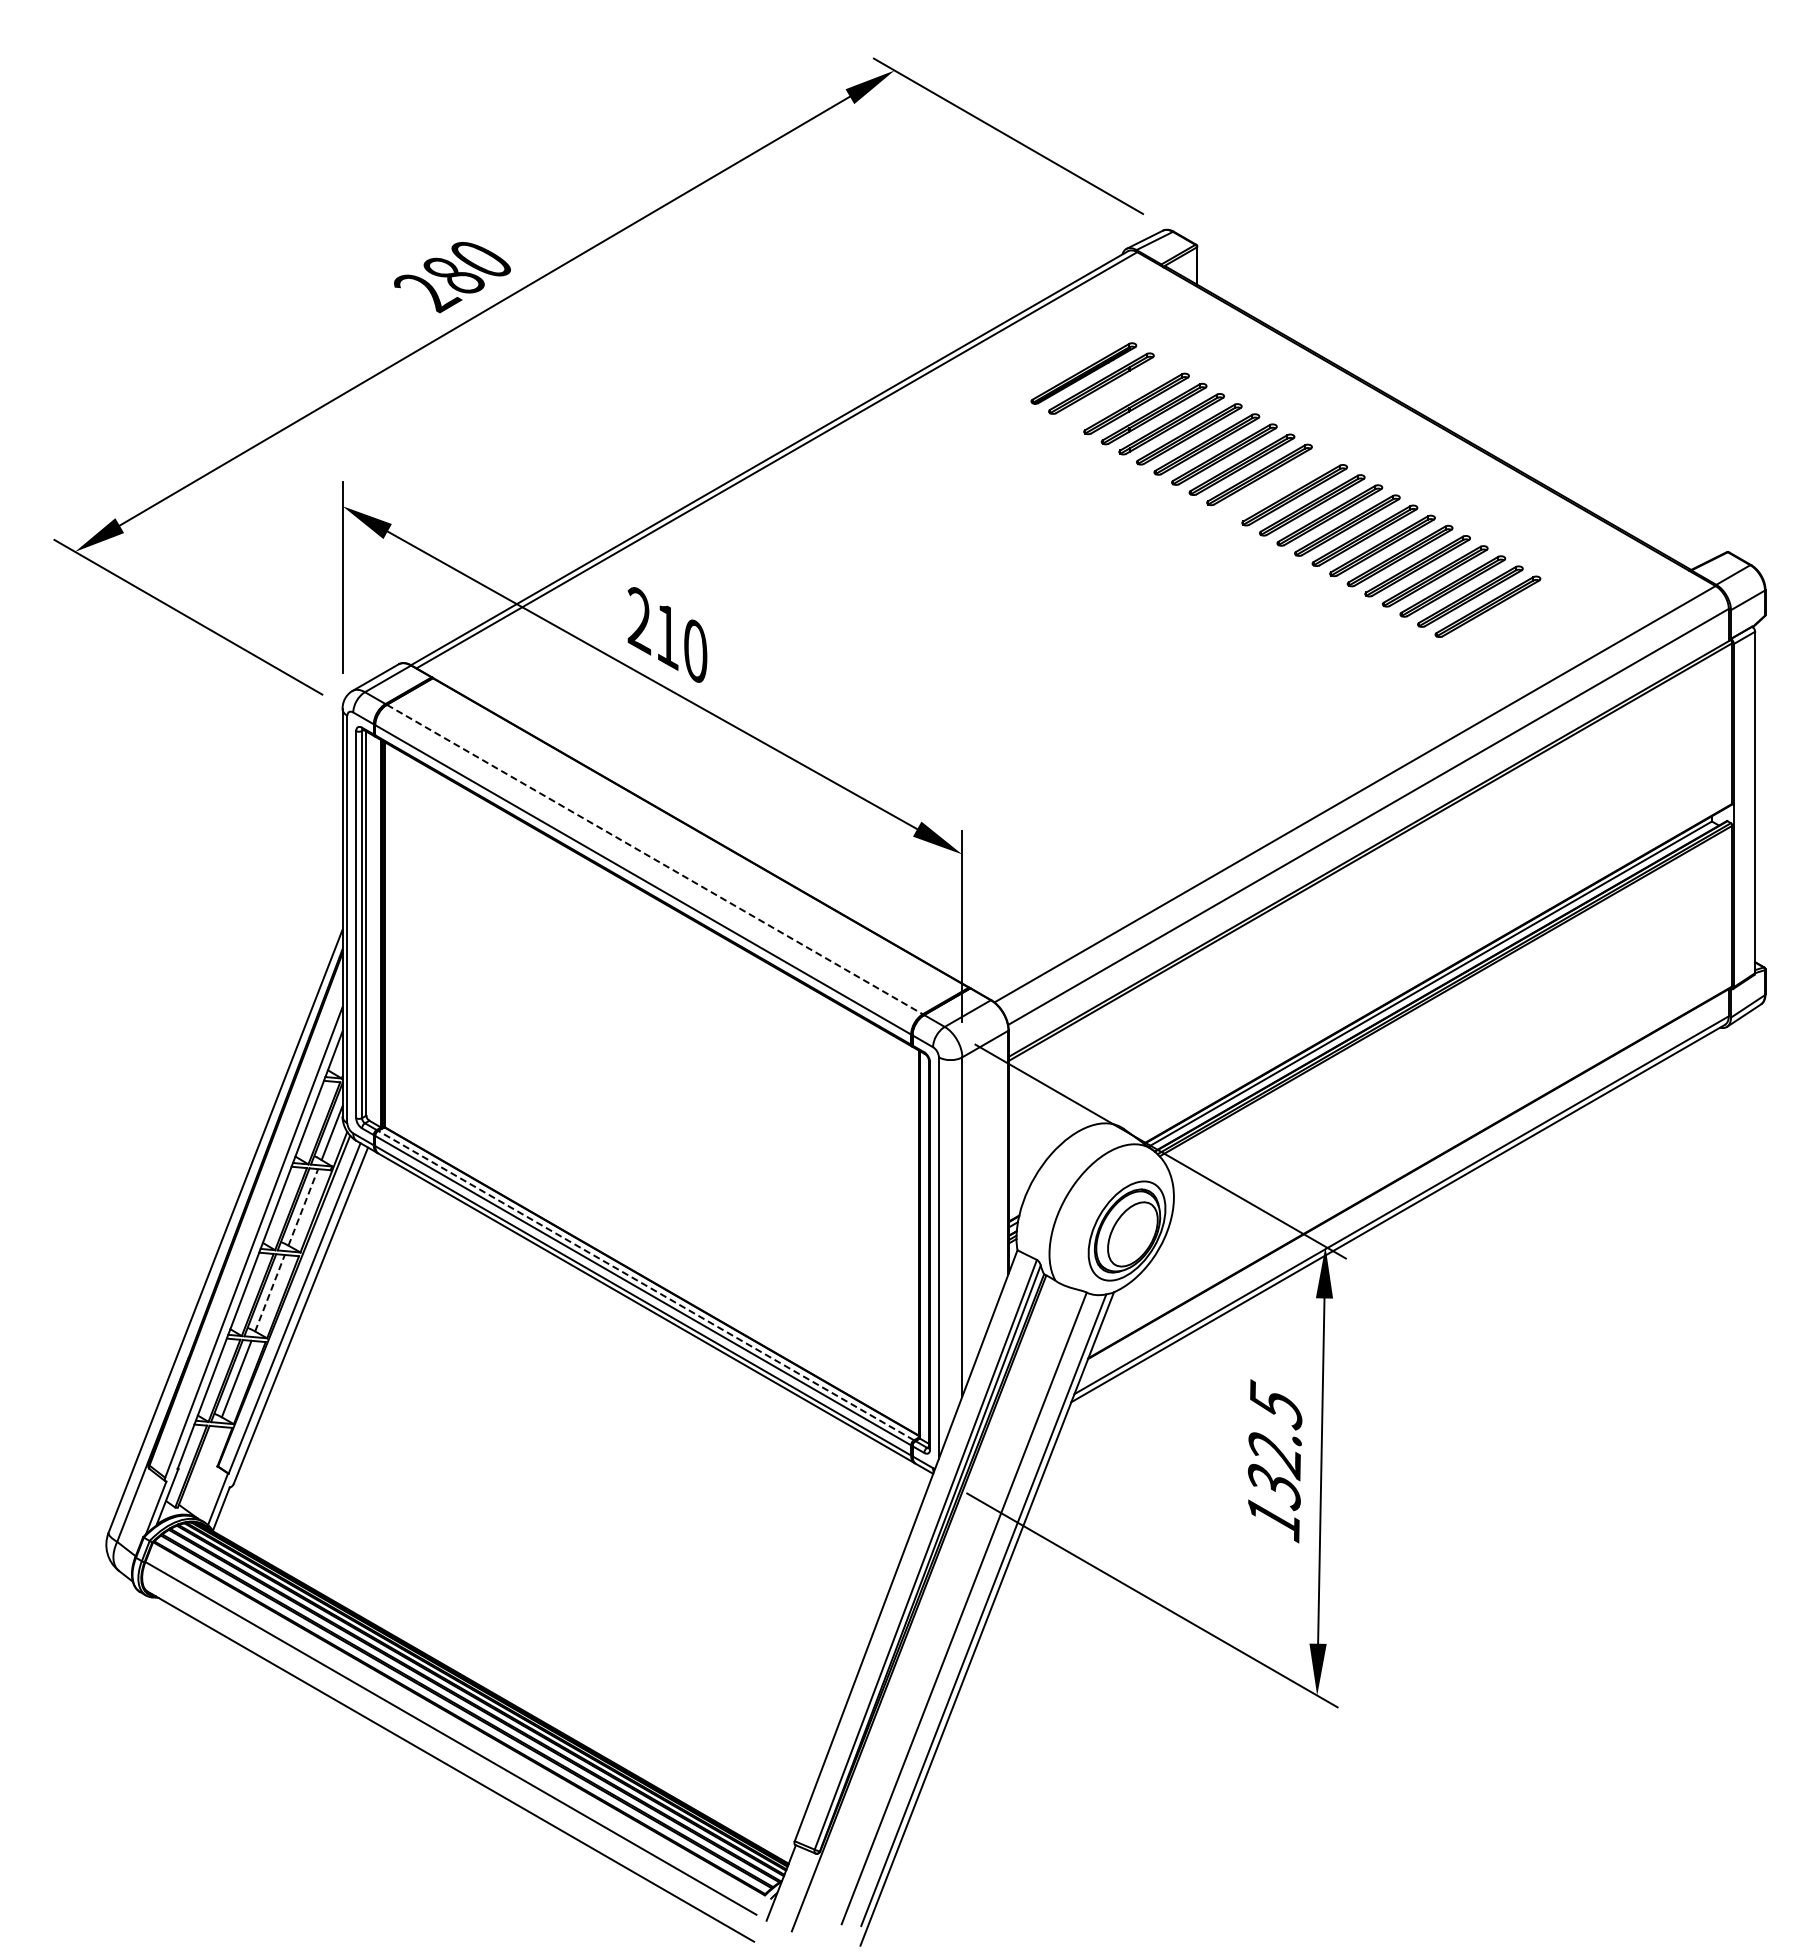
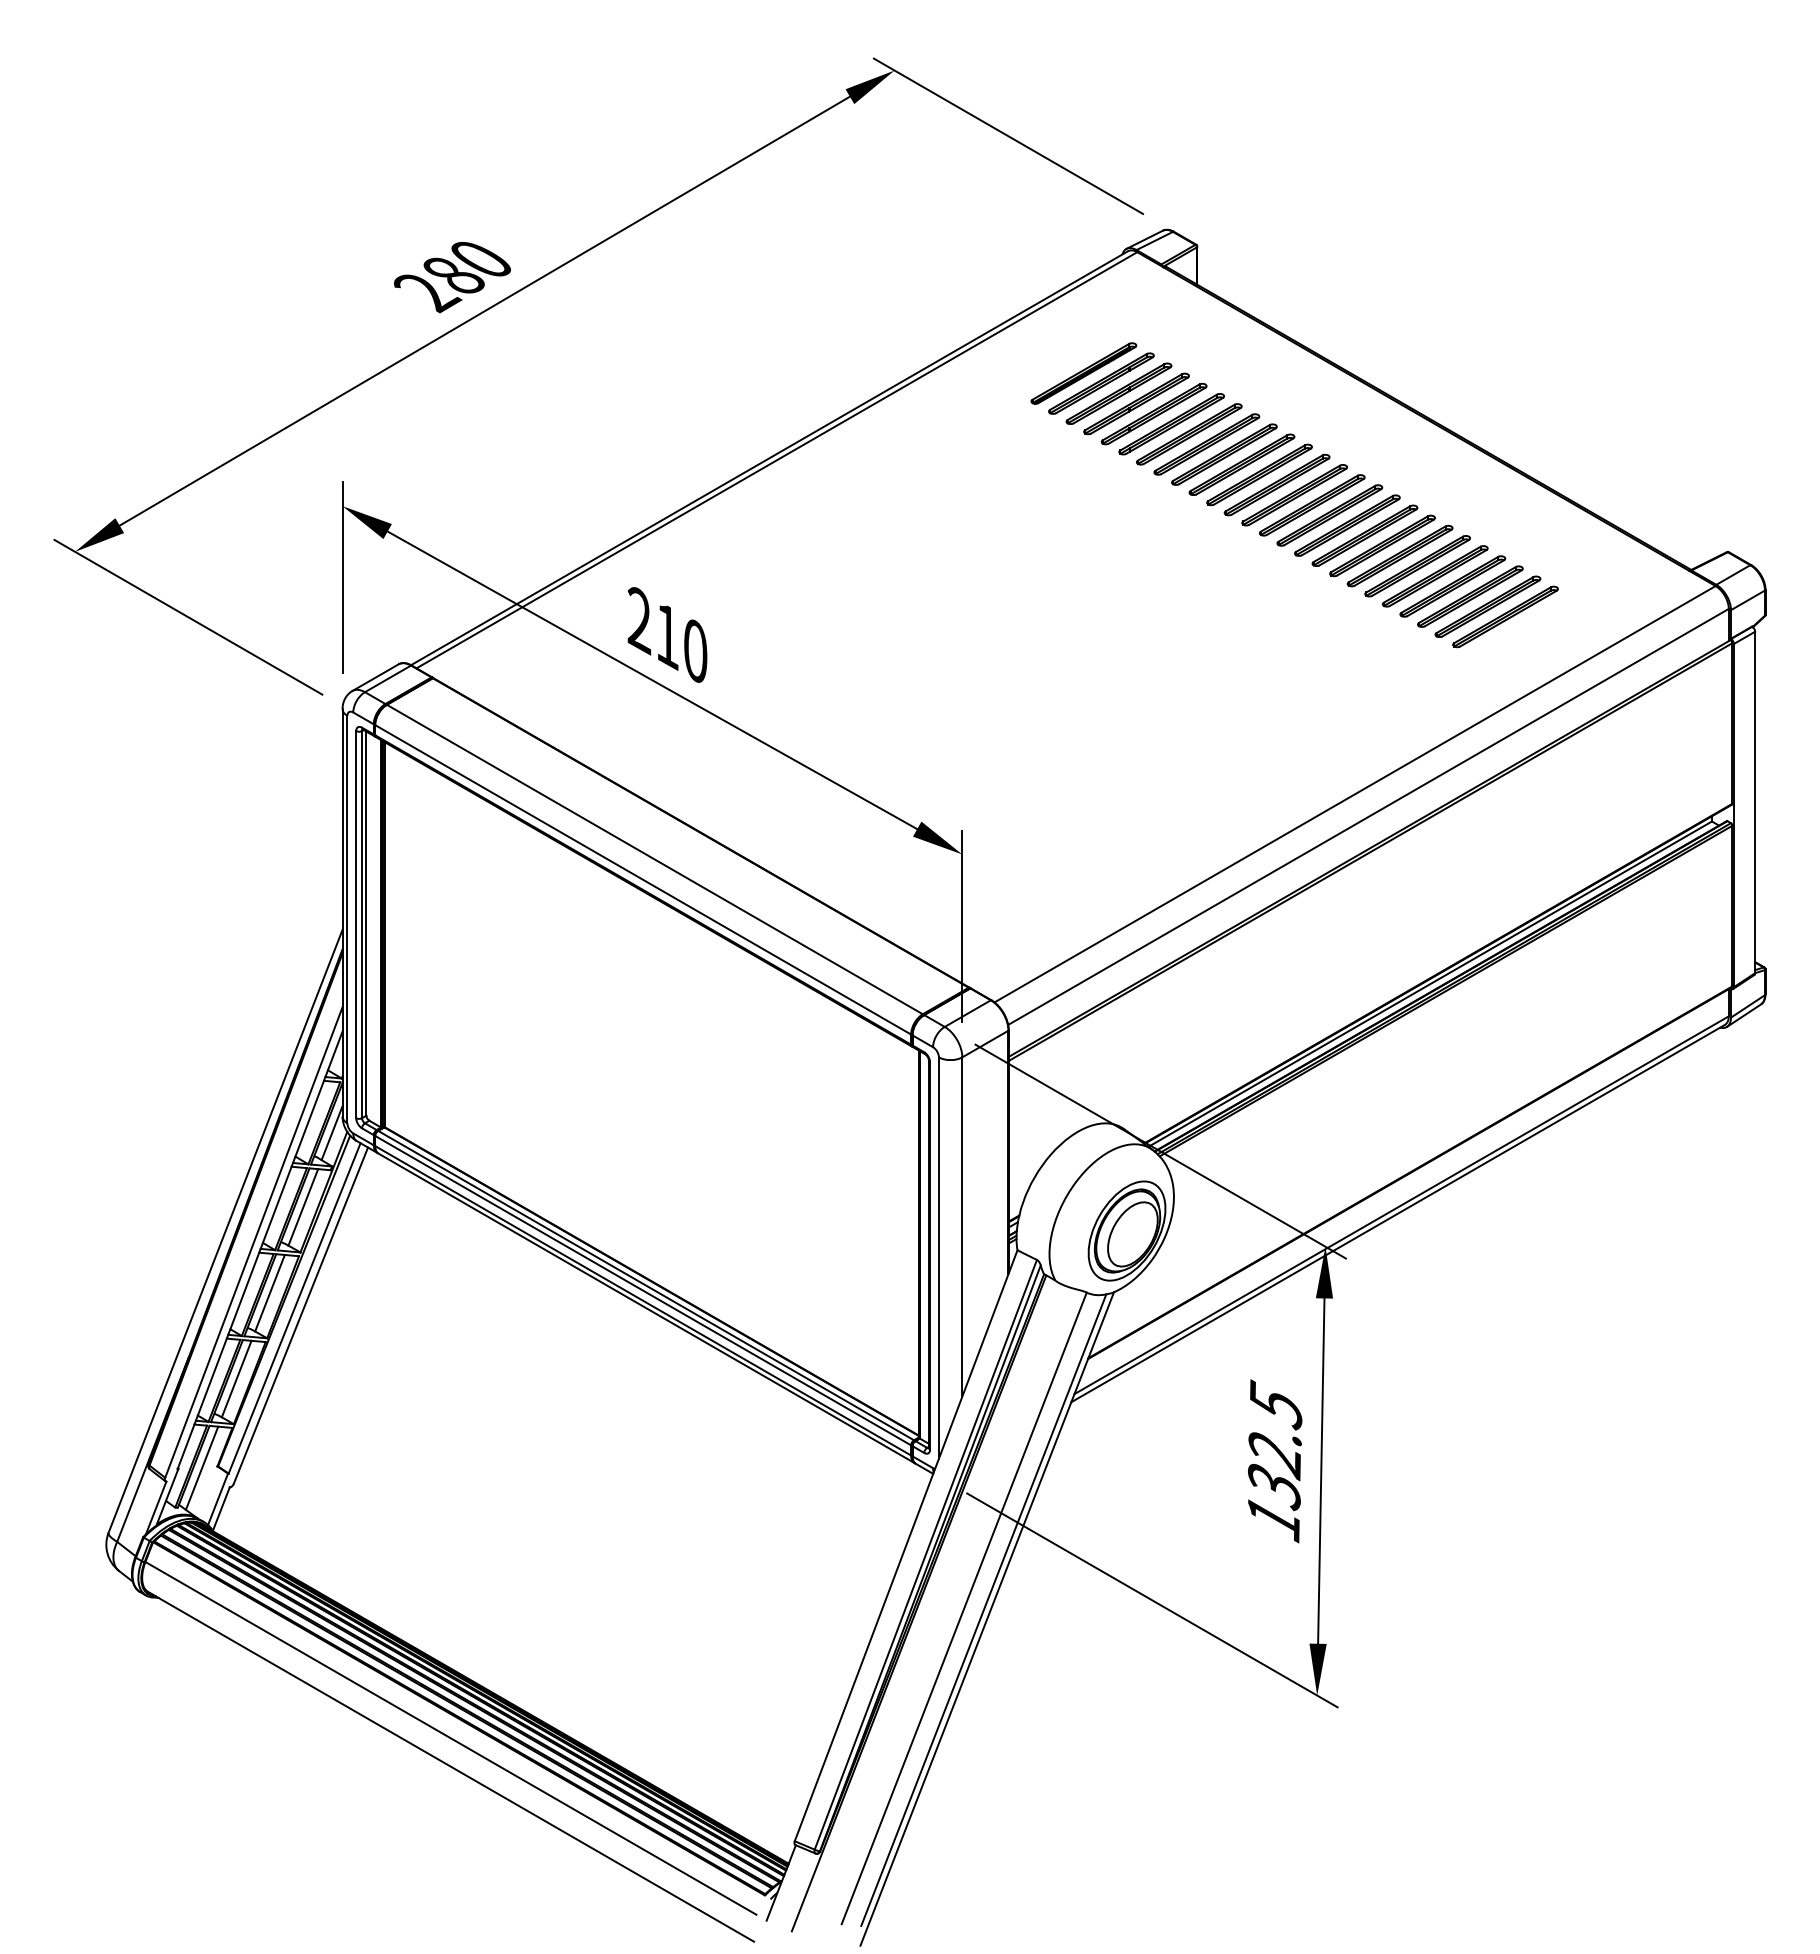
part at (1118, 393): none -> present
part at (1276, 484): none -> present
part at (1505, 616): none -> present
line at (655, 859): dashed -> solid
line at (303, 1206): dashed -> solid
line at (645, 1285): dashed -> solid
line at (270, 1292): dashed -> solid
line at (201, 1467): none -> present
